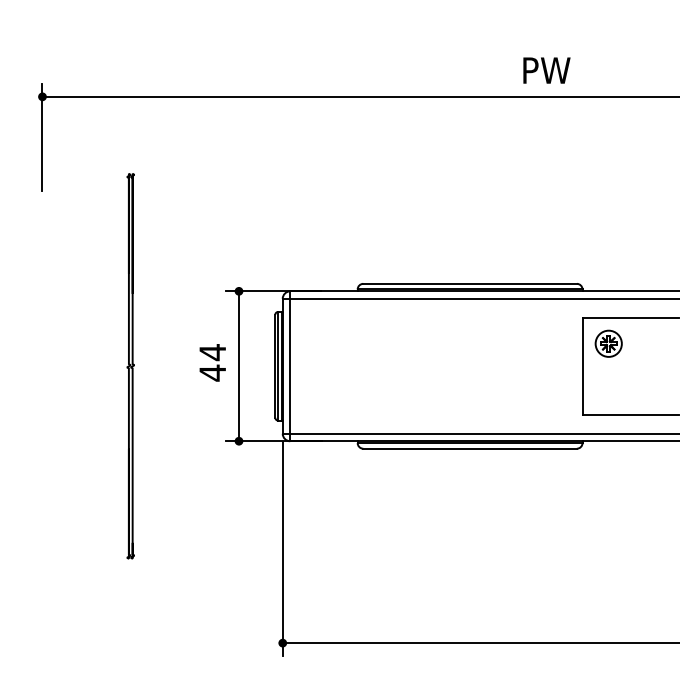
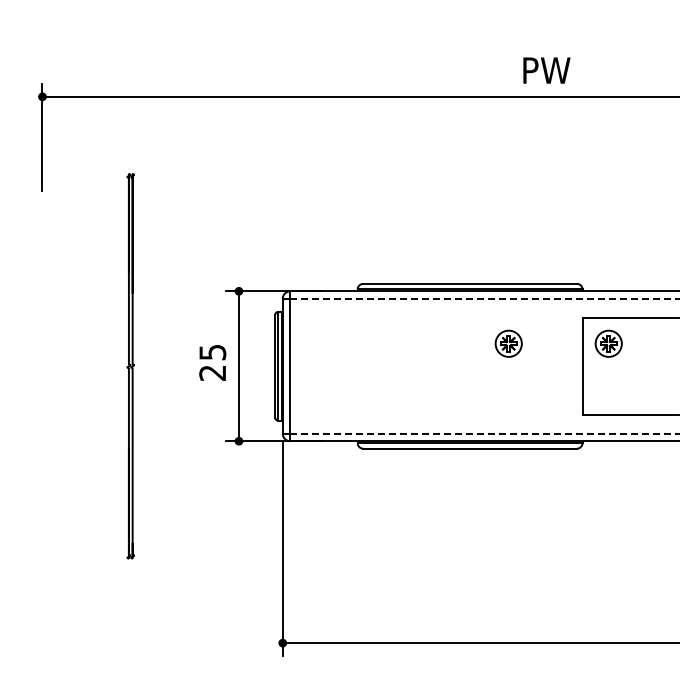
line at (484, 298): solid -> dashed
part at (508, 343): none -> present
text at (212, 362): 44 -> 25
line at (485, 433): solid -> dashed
